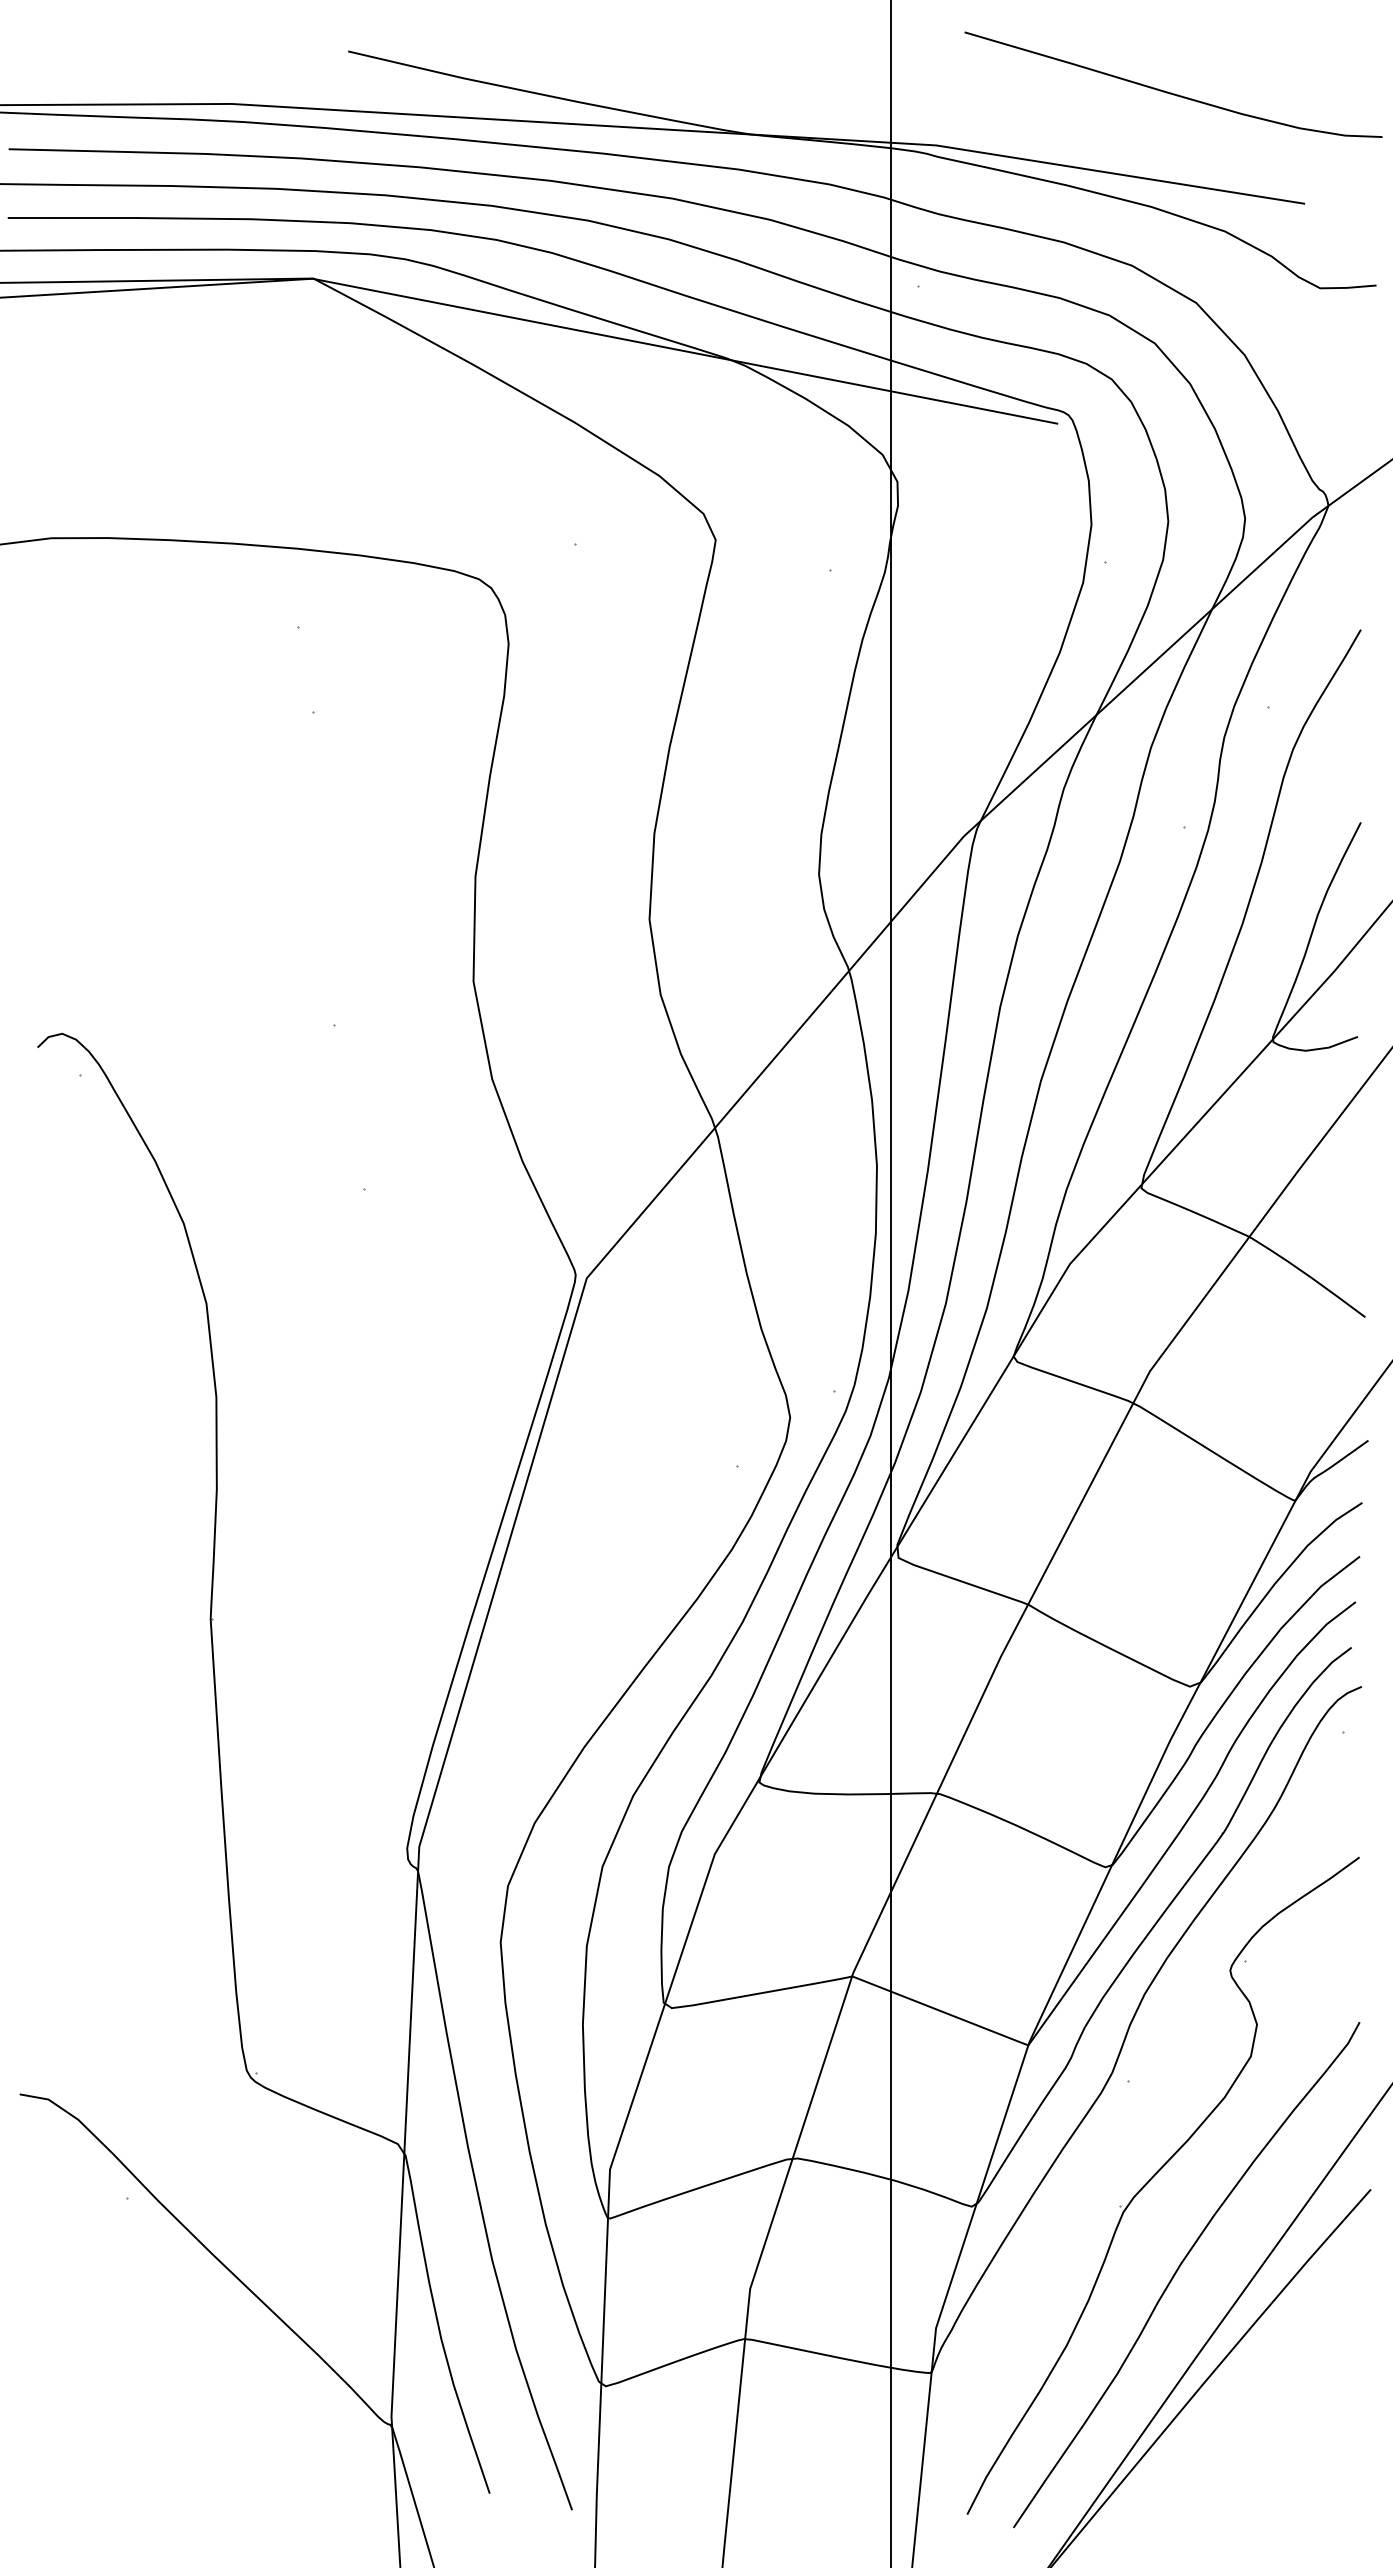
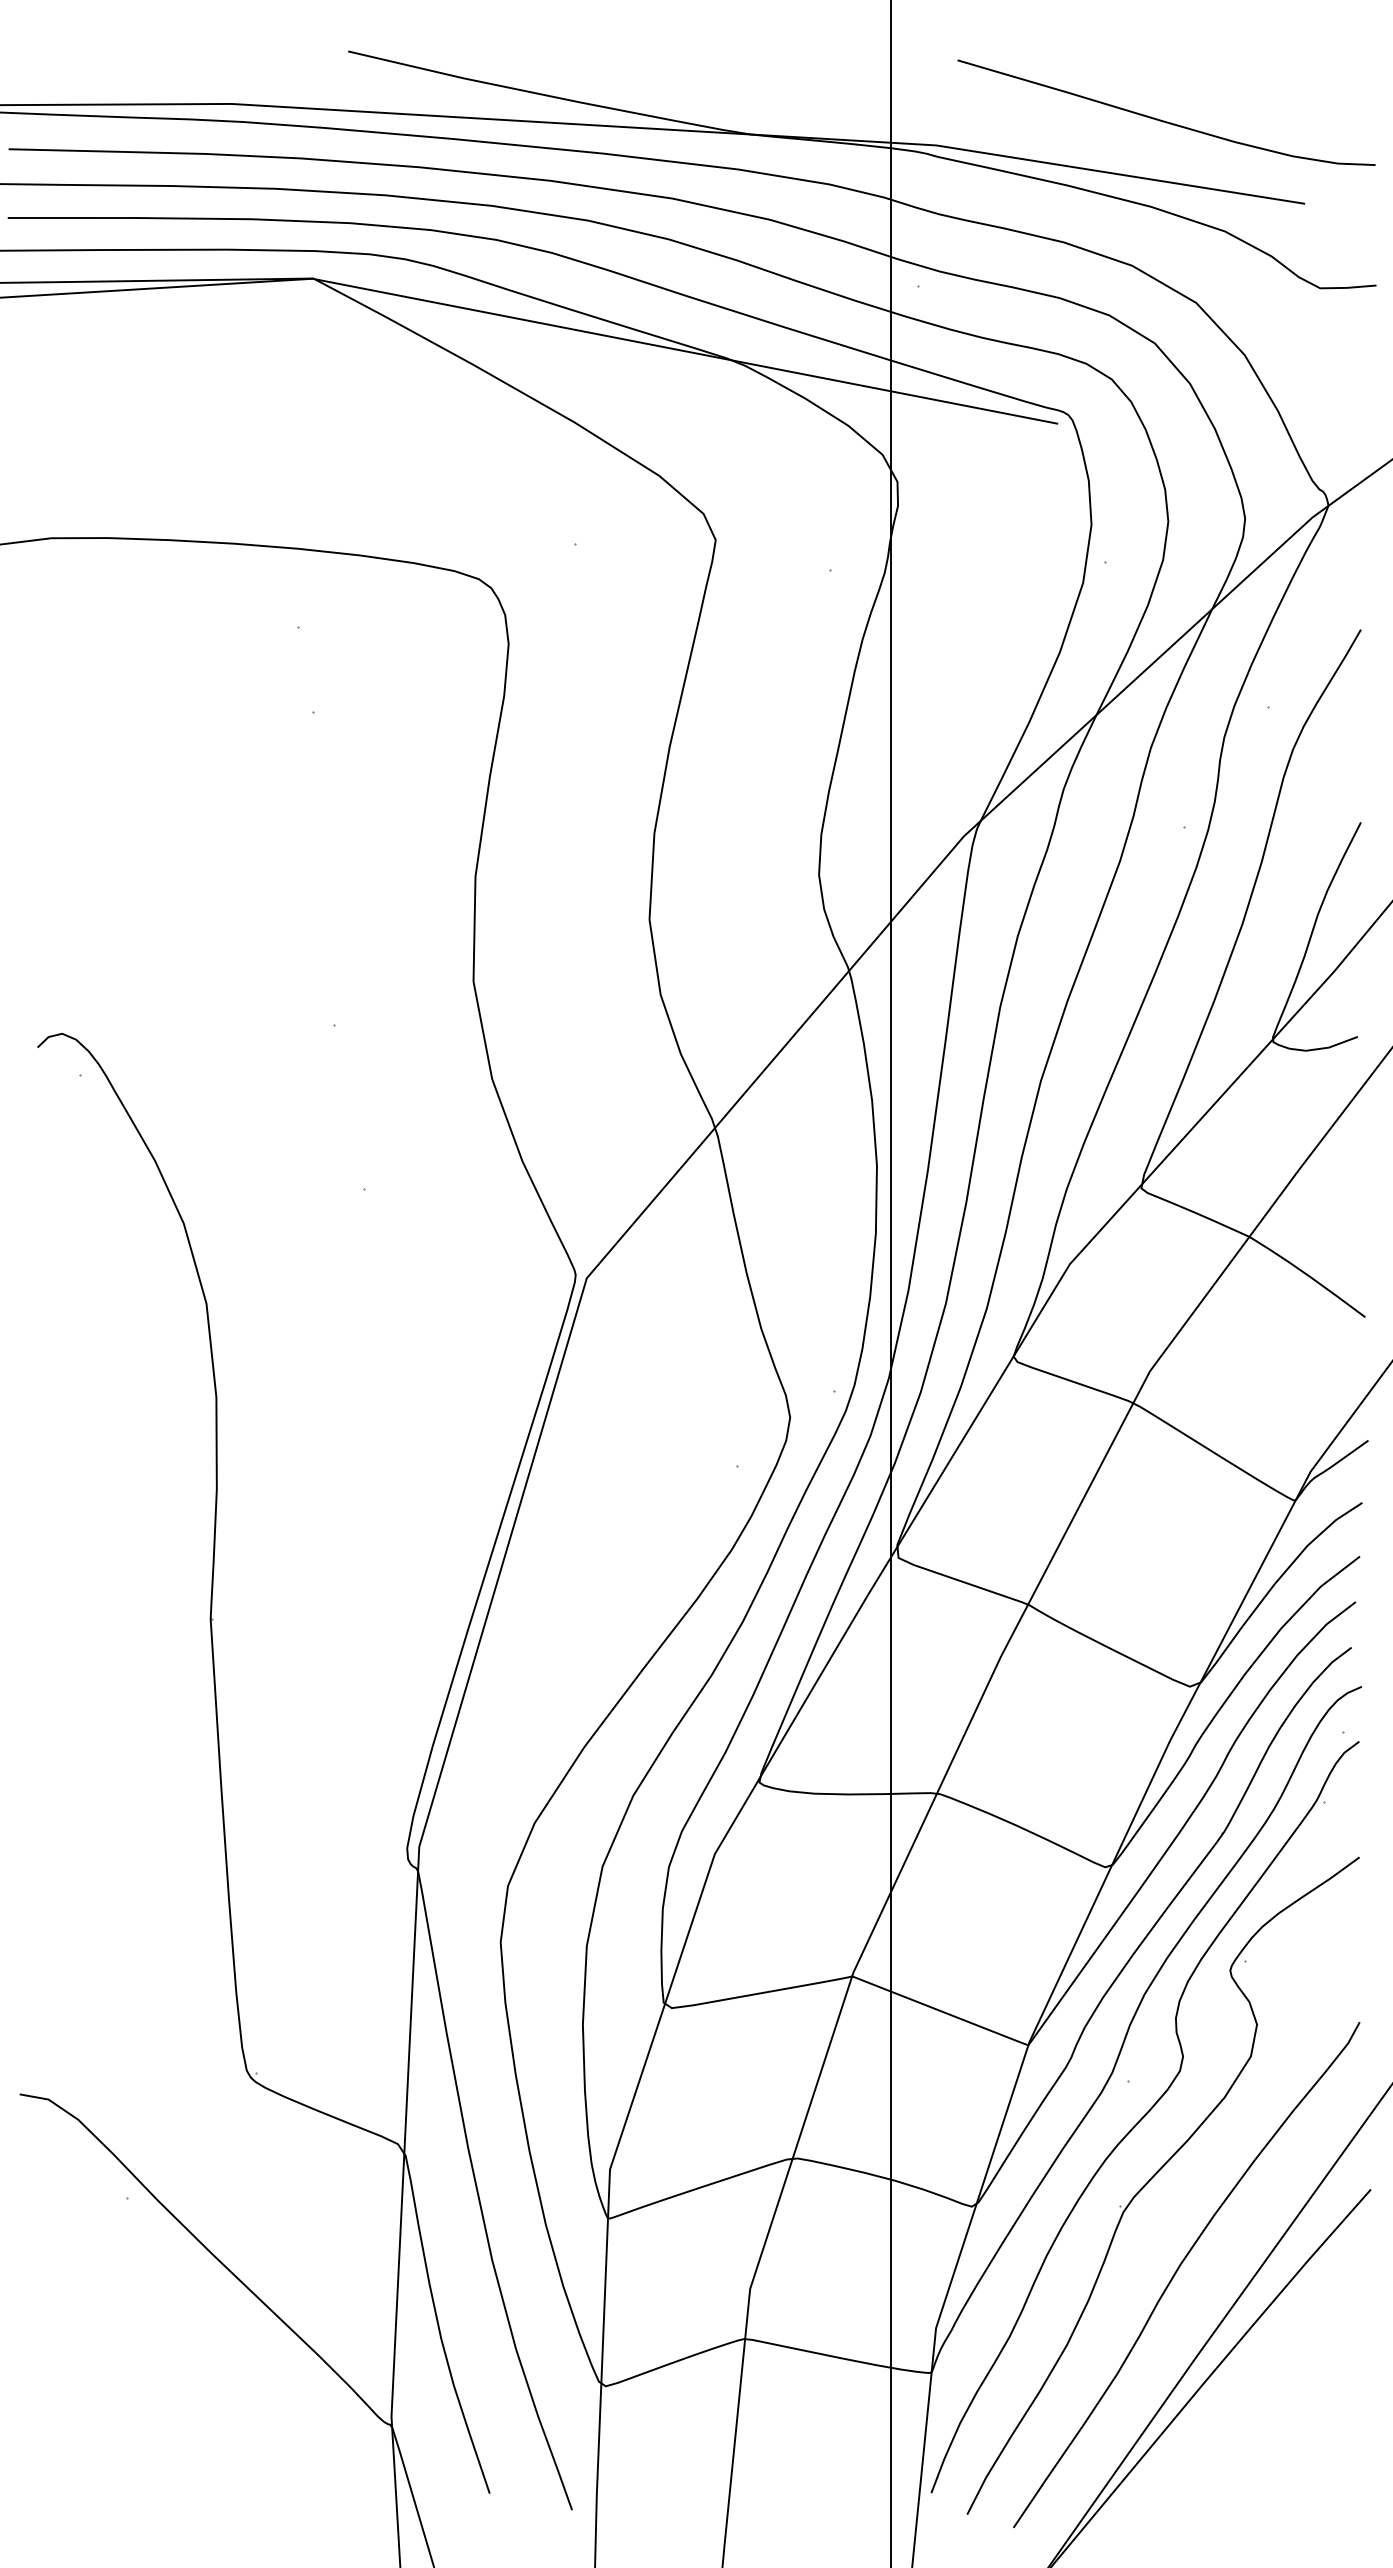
curve at (1171, 92) position: (1171, 92) -> (1164, 120)
part at (1144, 2117): none -> present
